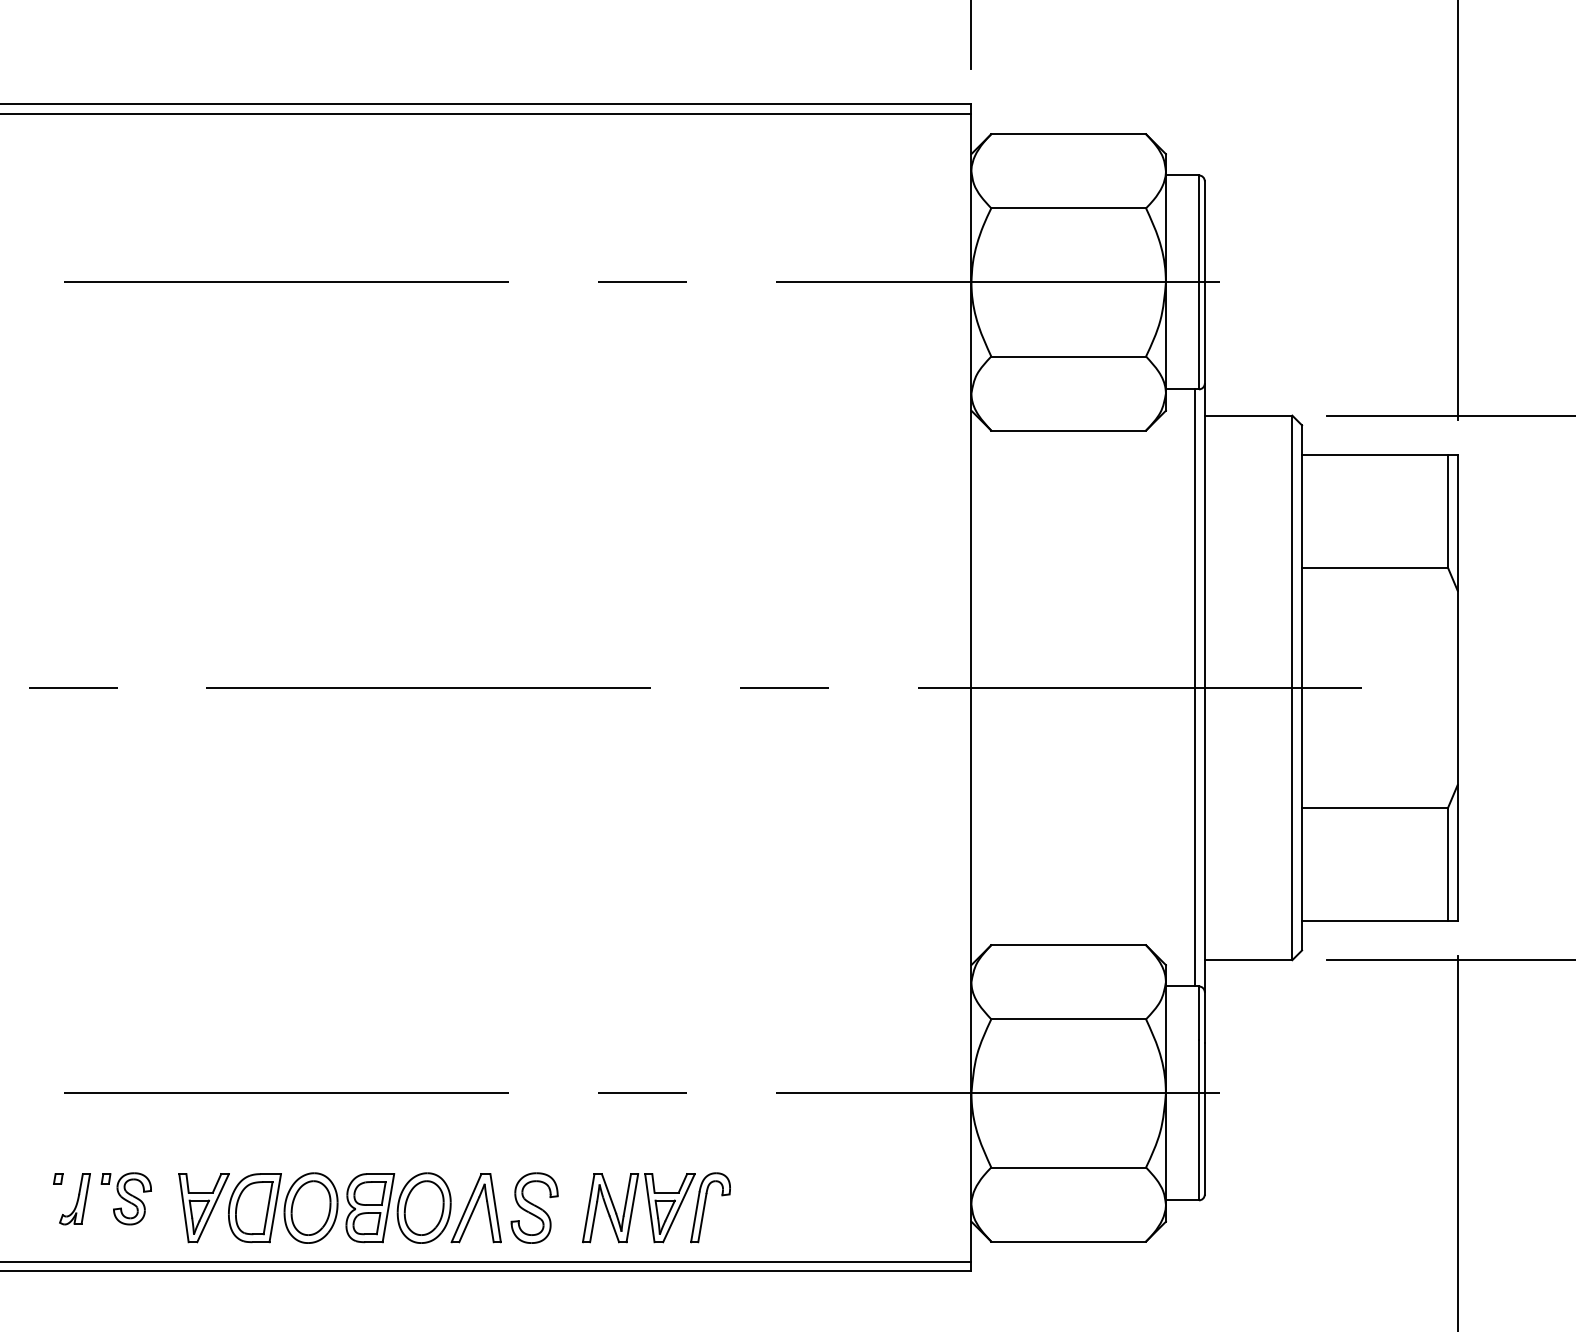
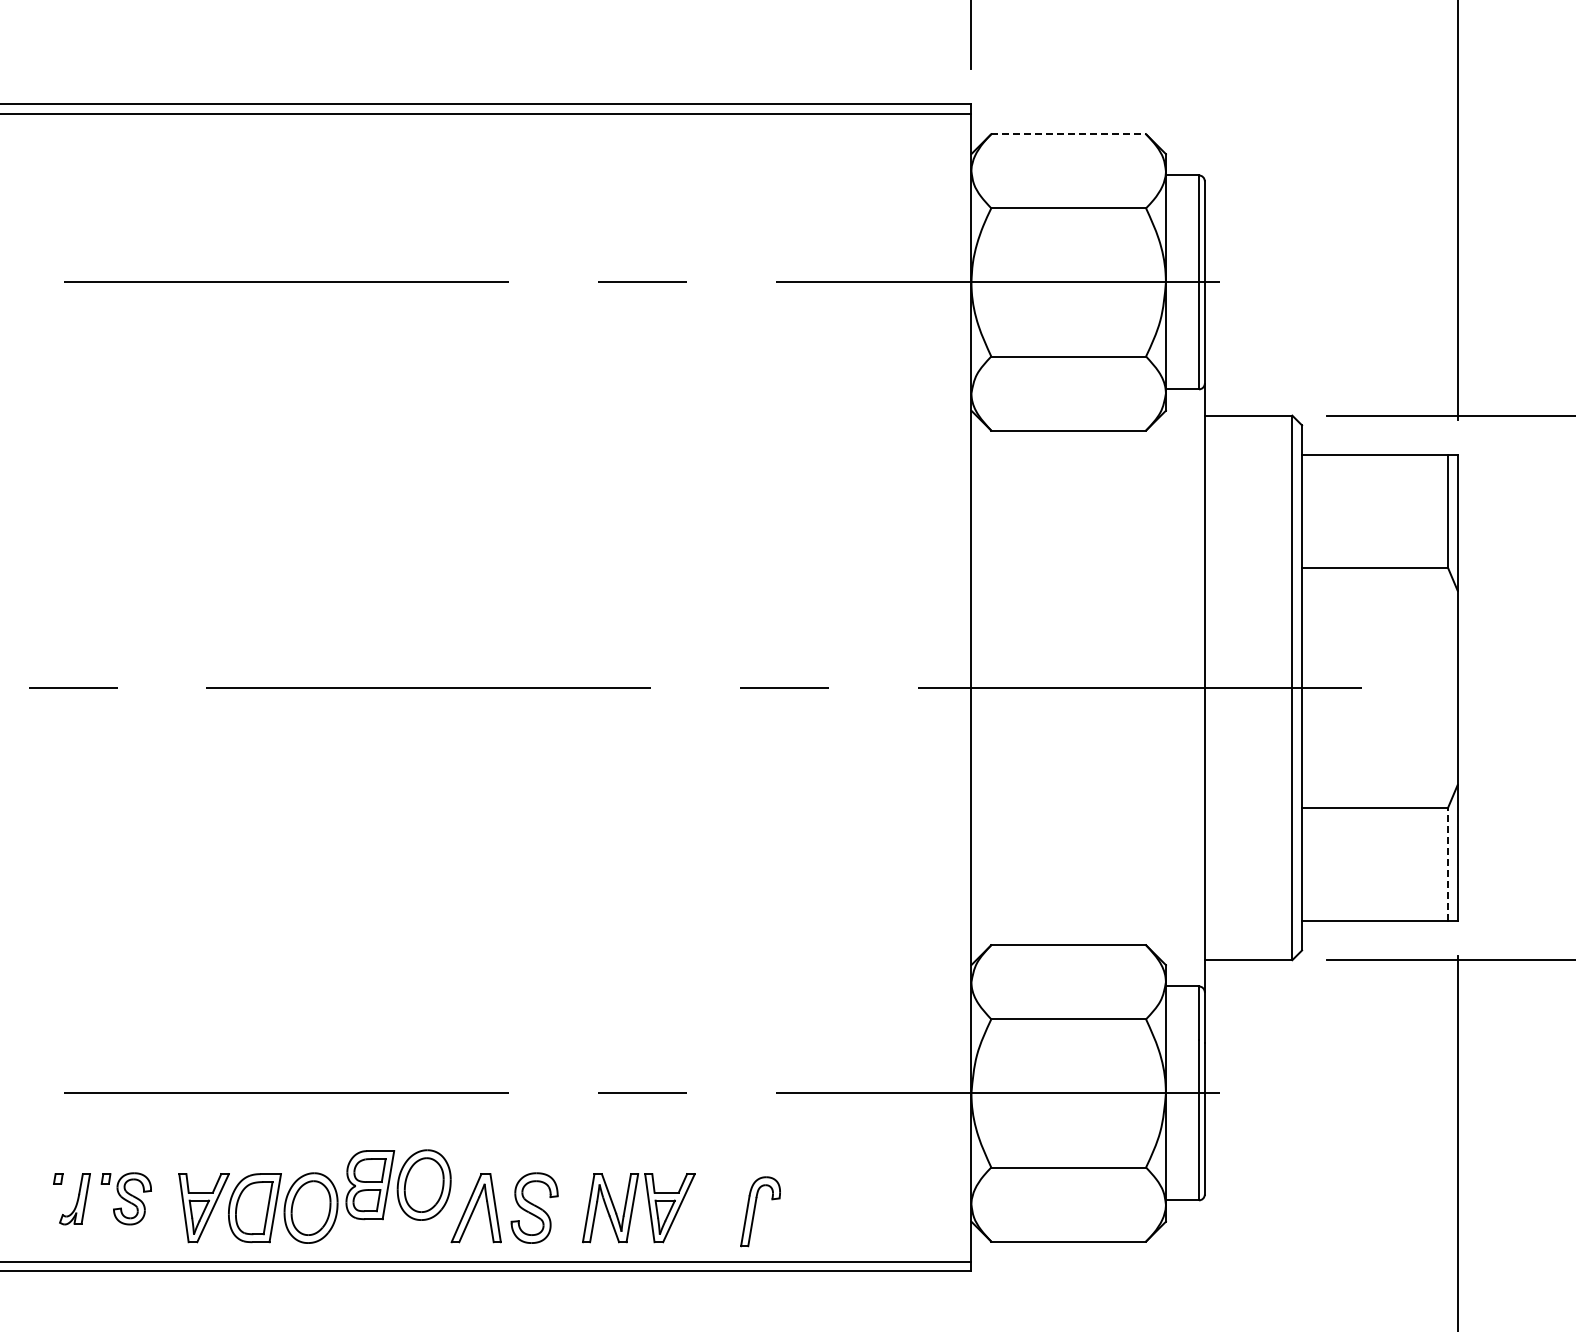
line at (1069, 134): solid -> dashed
line at (1195, 687): present -> none
line at (1447, 864): solid -> dashed
part at (398, 1207) position: (398, 1207) -> (398, 1184)
part at (710, 1207) position: (710, 1207) -> (760, 1211)
